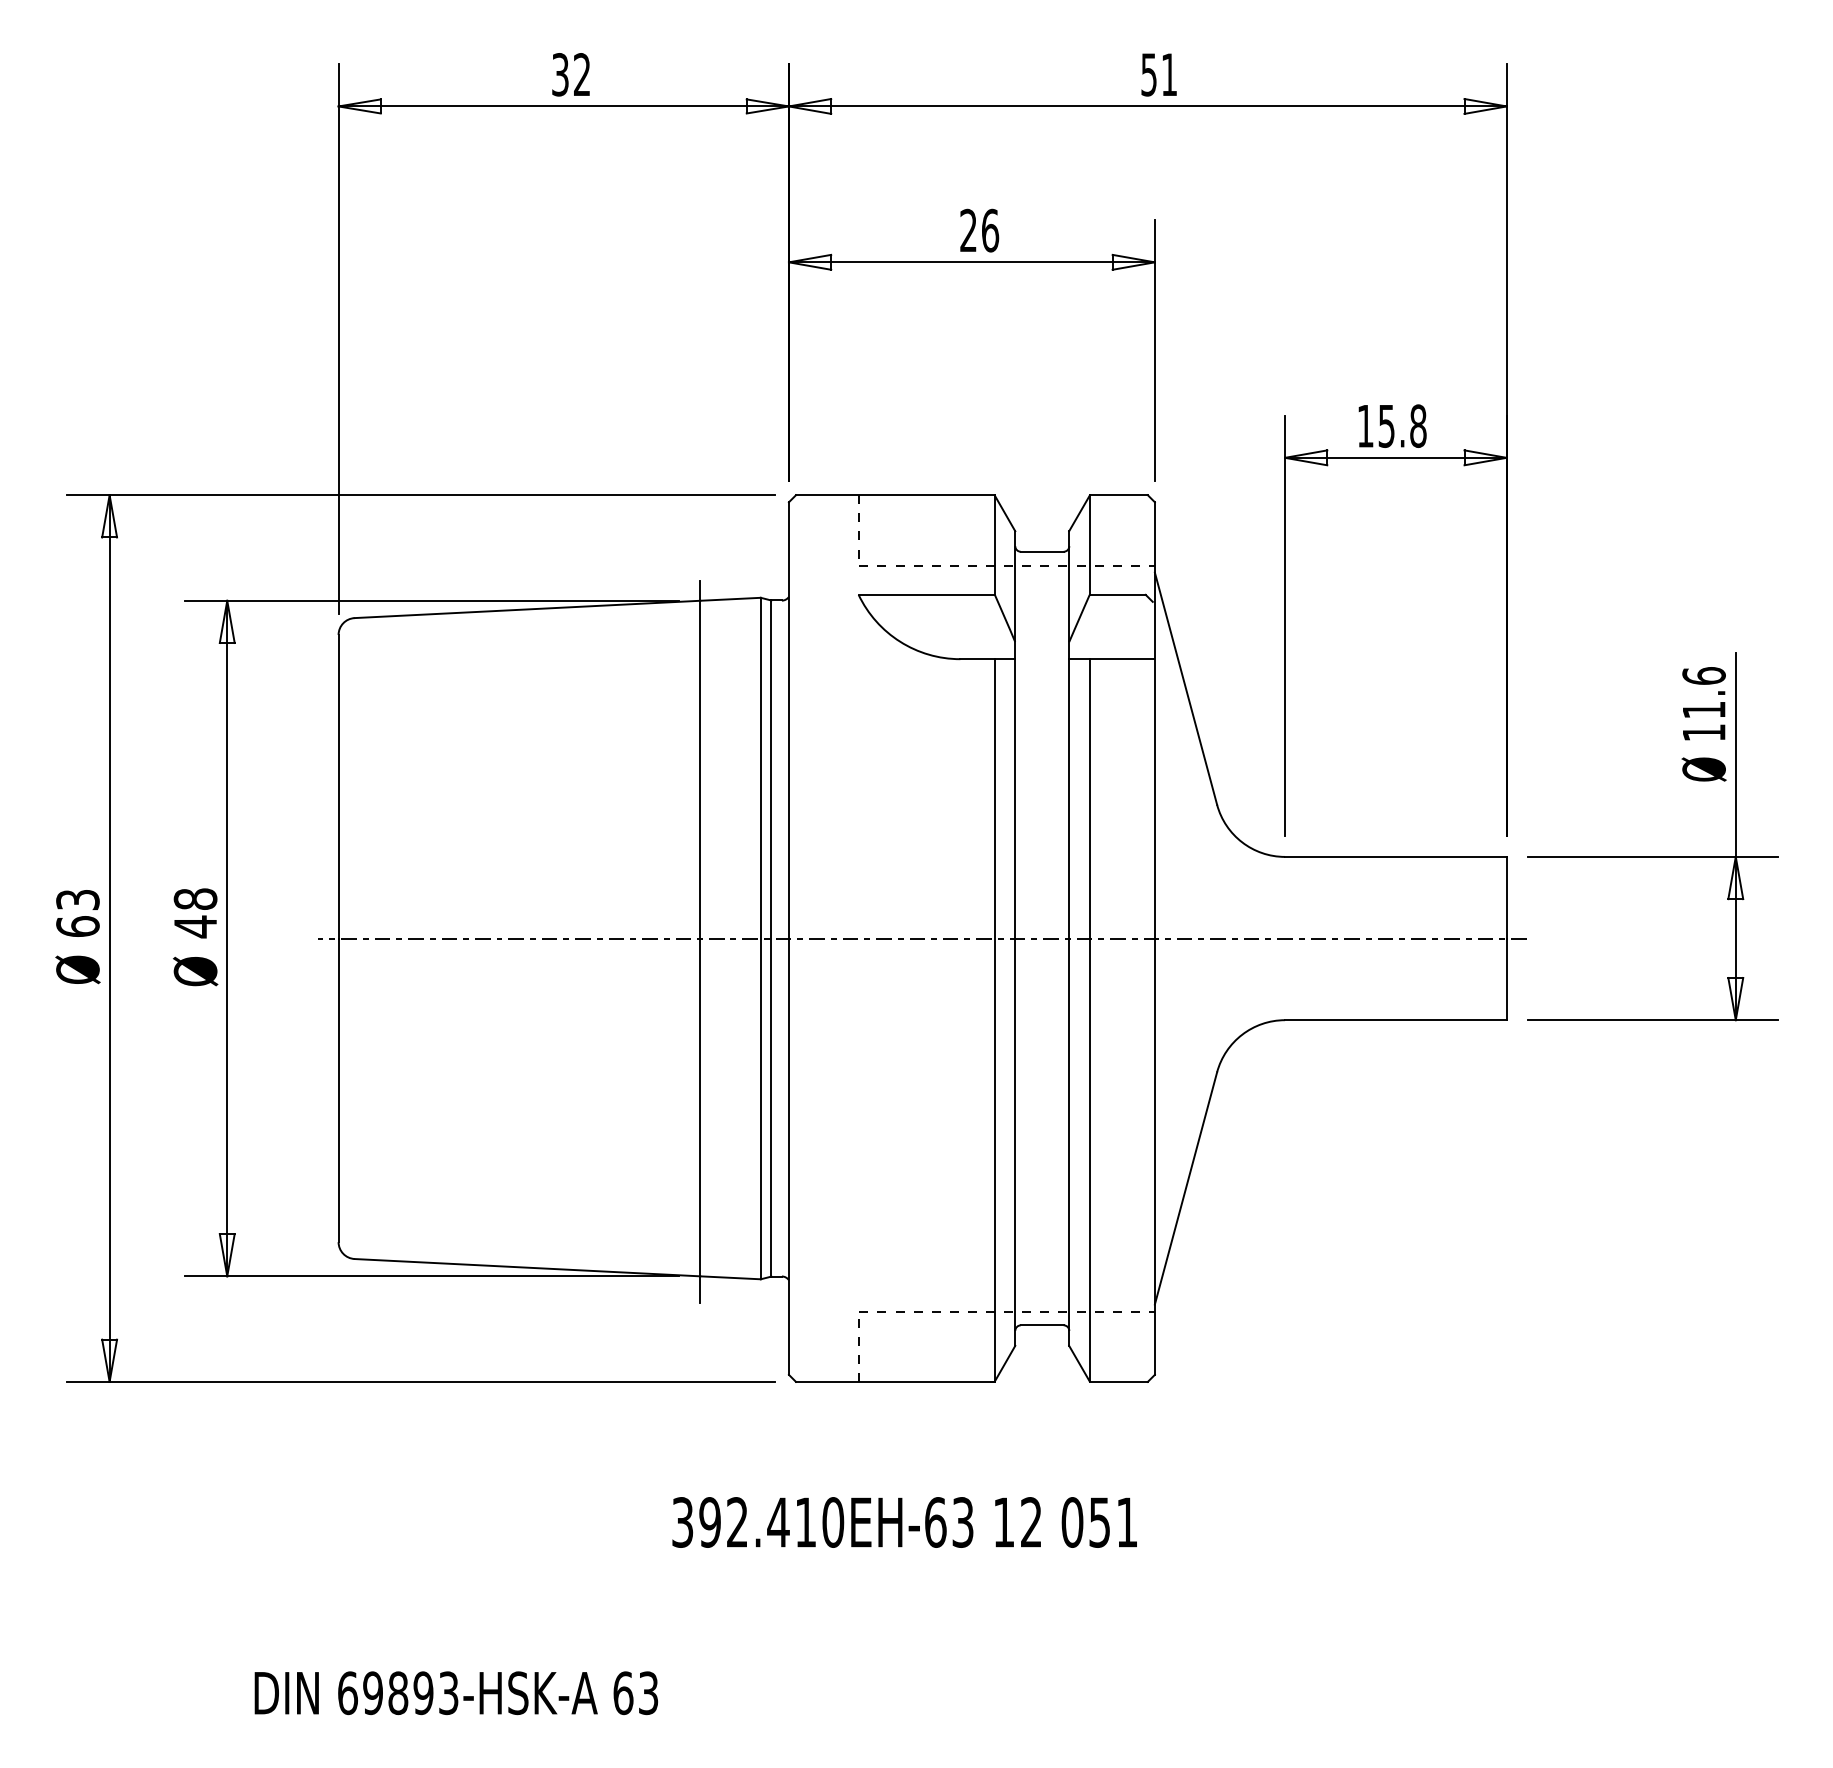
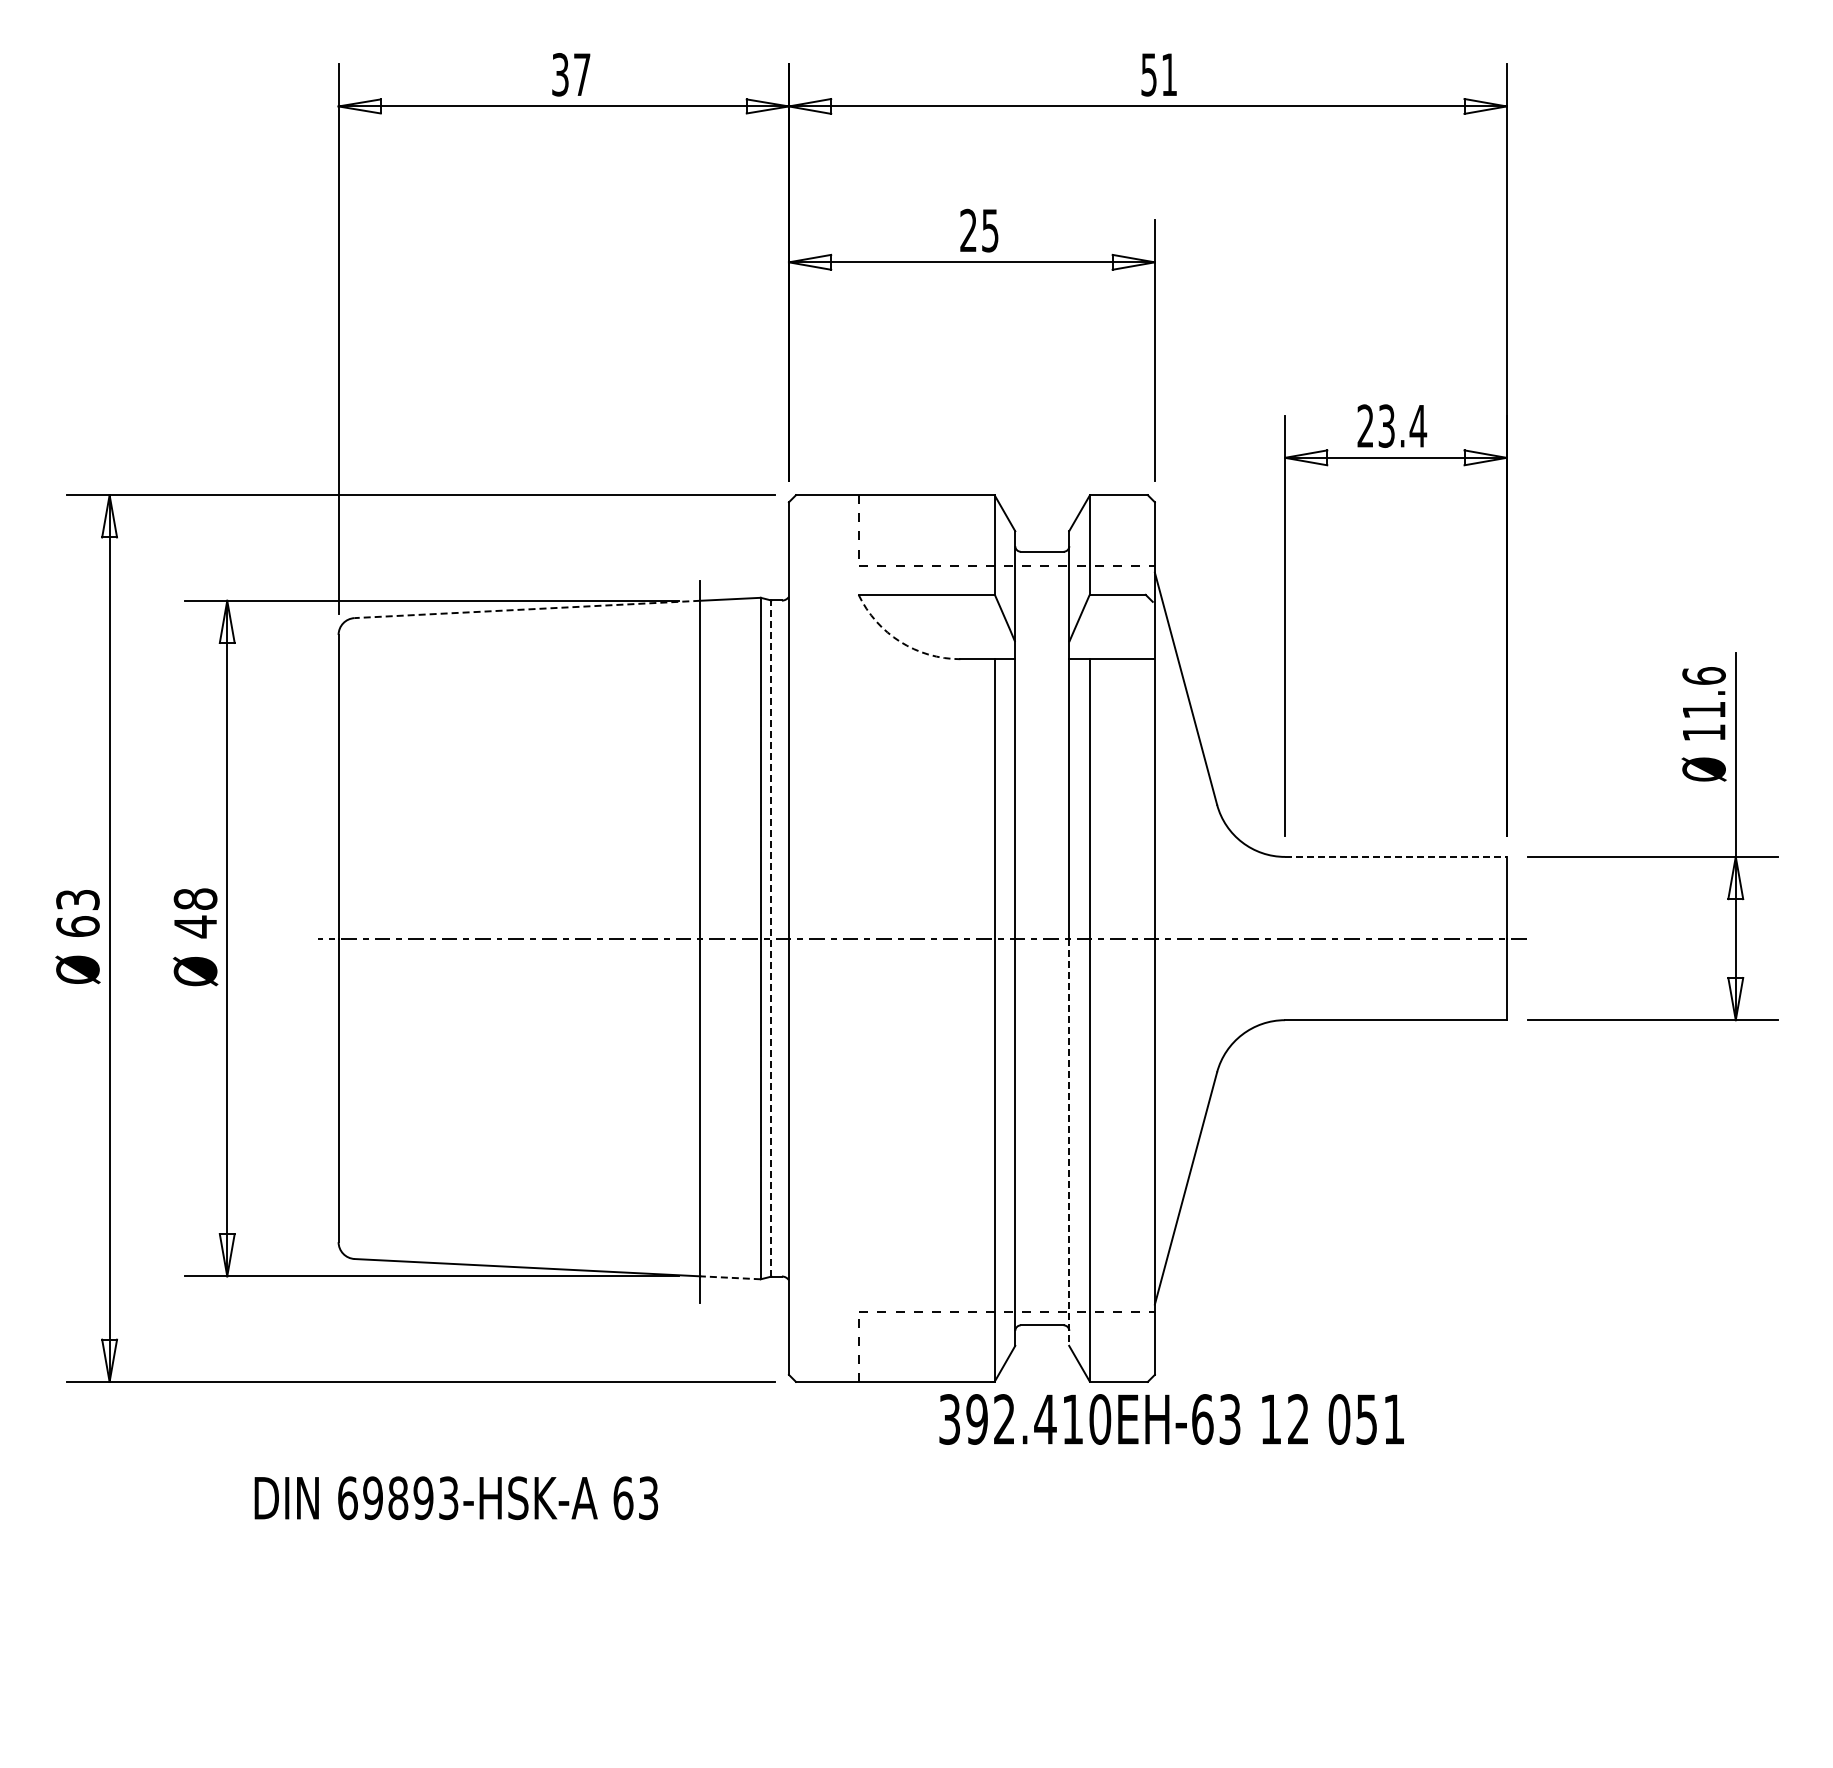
text at (582, 74): 32 -> 37
text at (990, 230): 26 -> 25
text at (1392, 425): 15.8 -> 23.4
line at (526, 609): solid -> dashed
arc at (900, 641): solid -> dashed
line at (1395, 856): solid -> dashed
line at (771, 938): solid -> dashed
line at (1069, 1142): solid -> dashed
line at (730, 1277): solid -> dashed
text at (904, 1522) position: (904, 1522) -> (1171, 1419)
text at (455, 1693) position: (455, 1693) -> (455, 1498)
